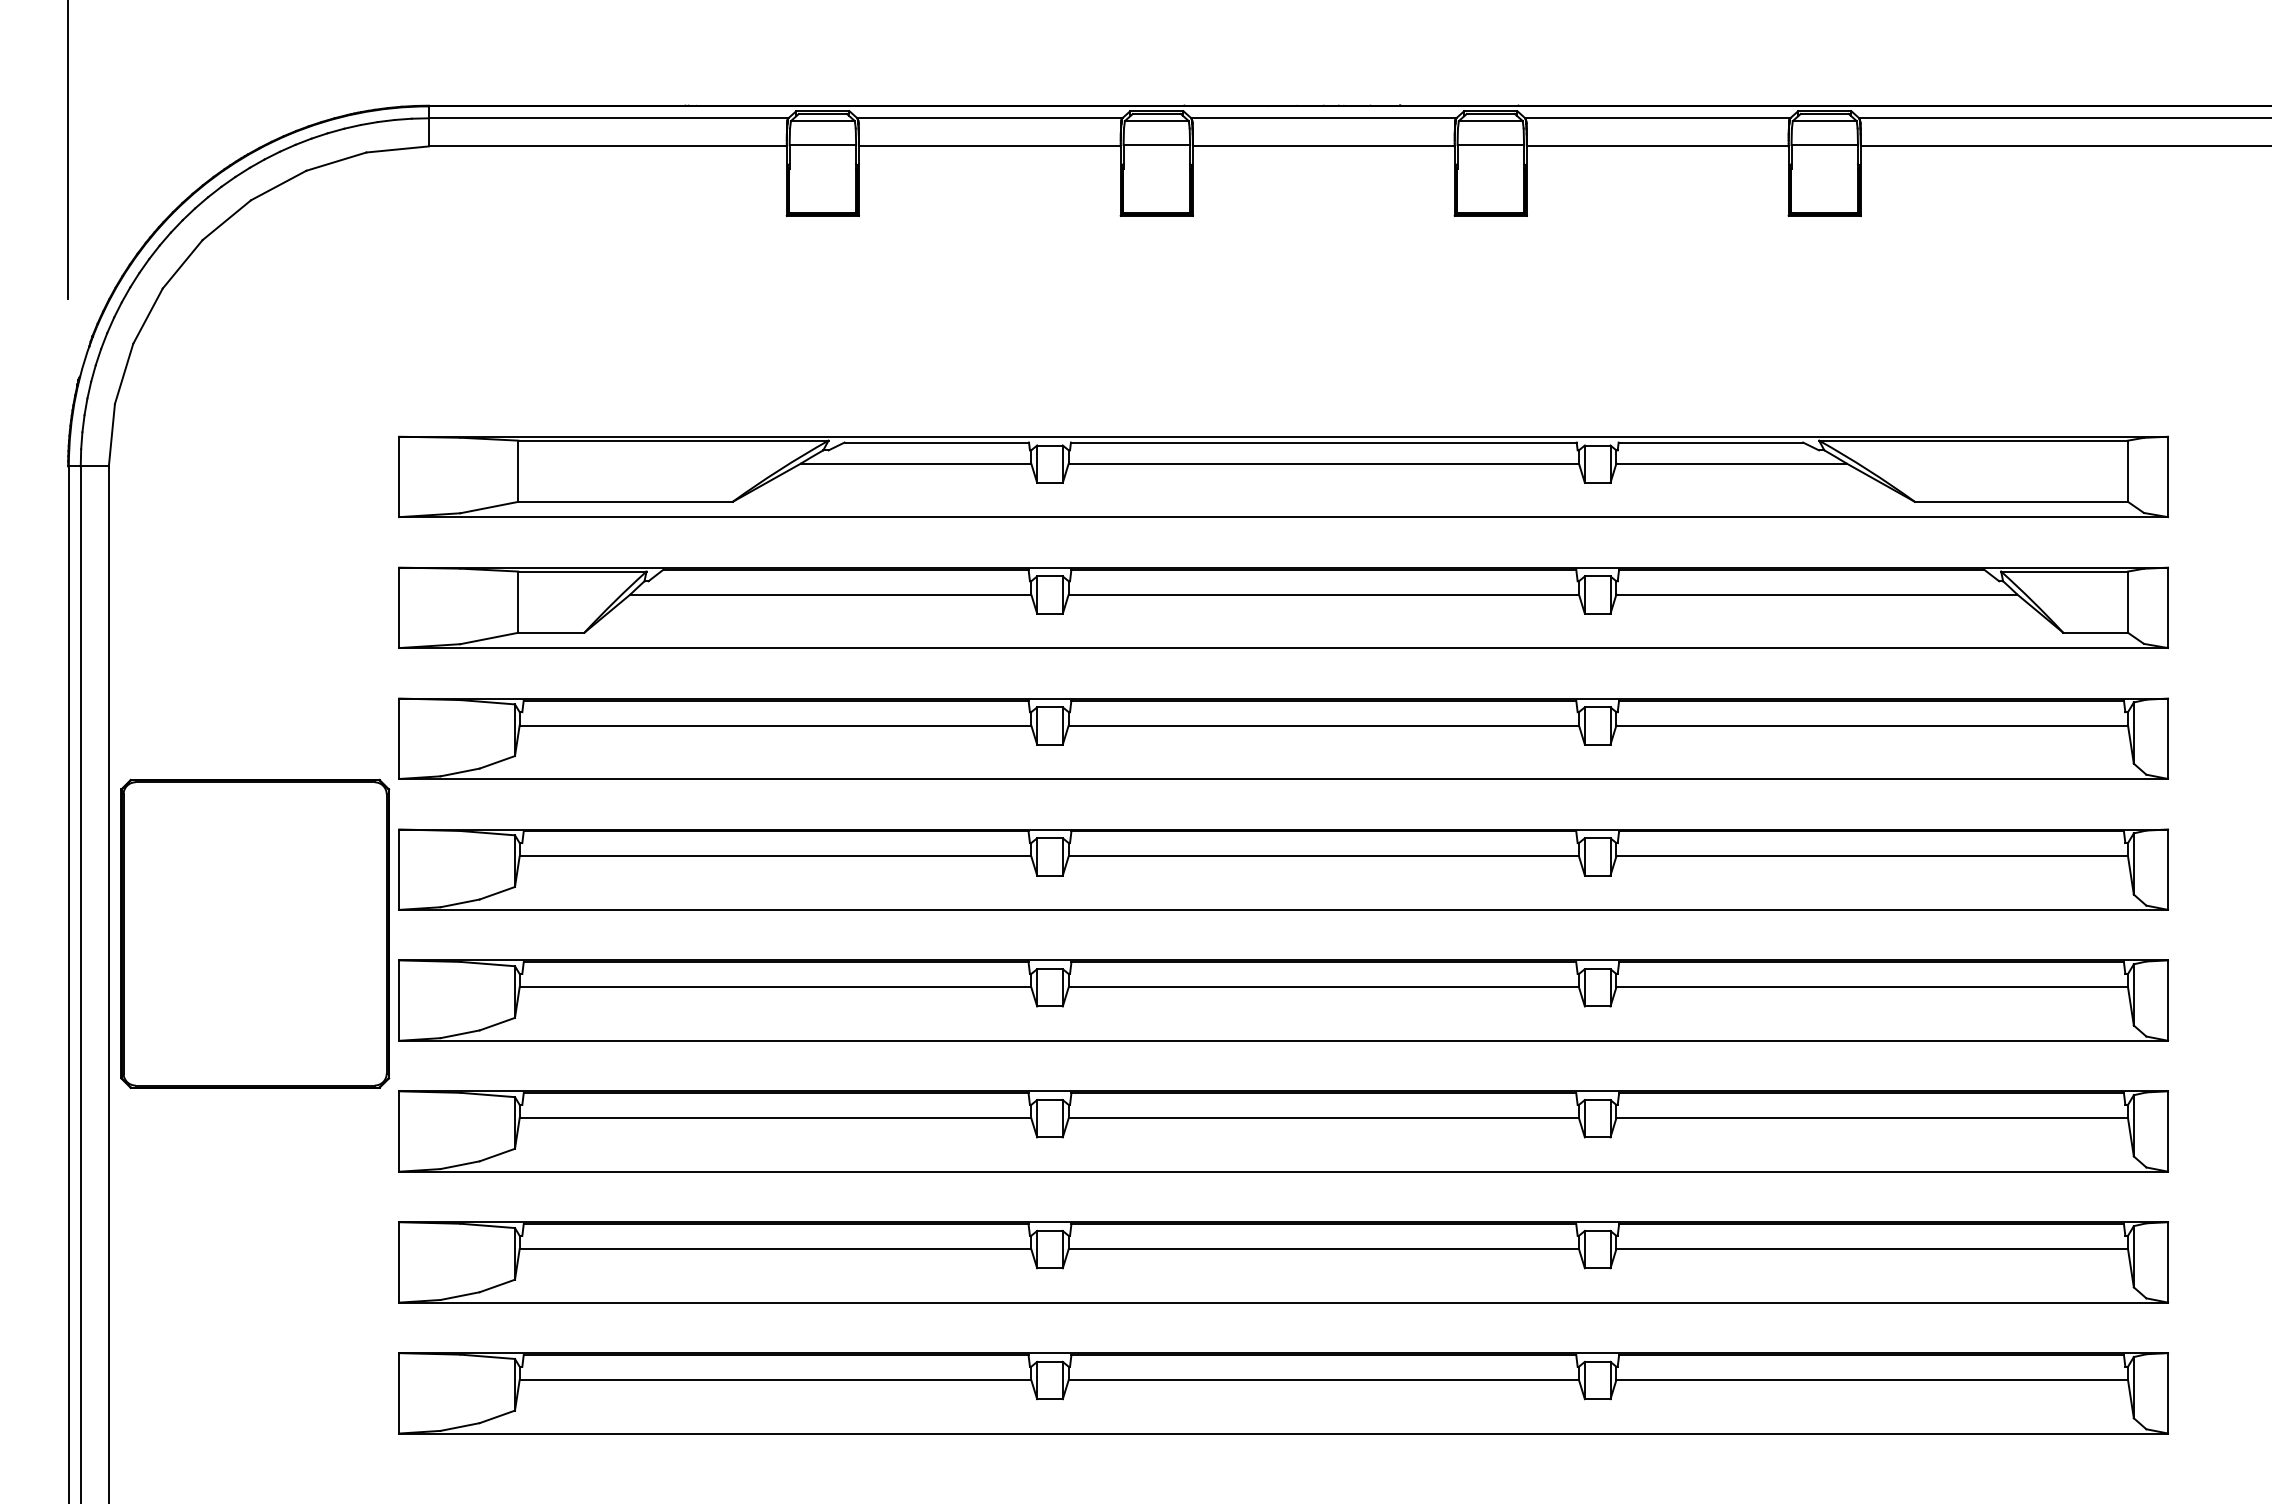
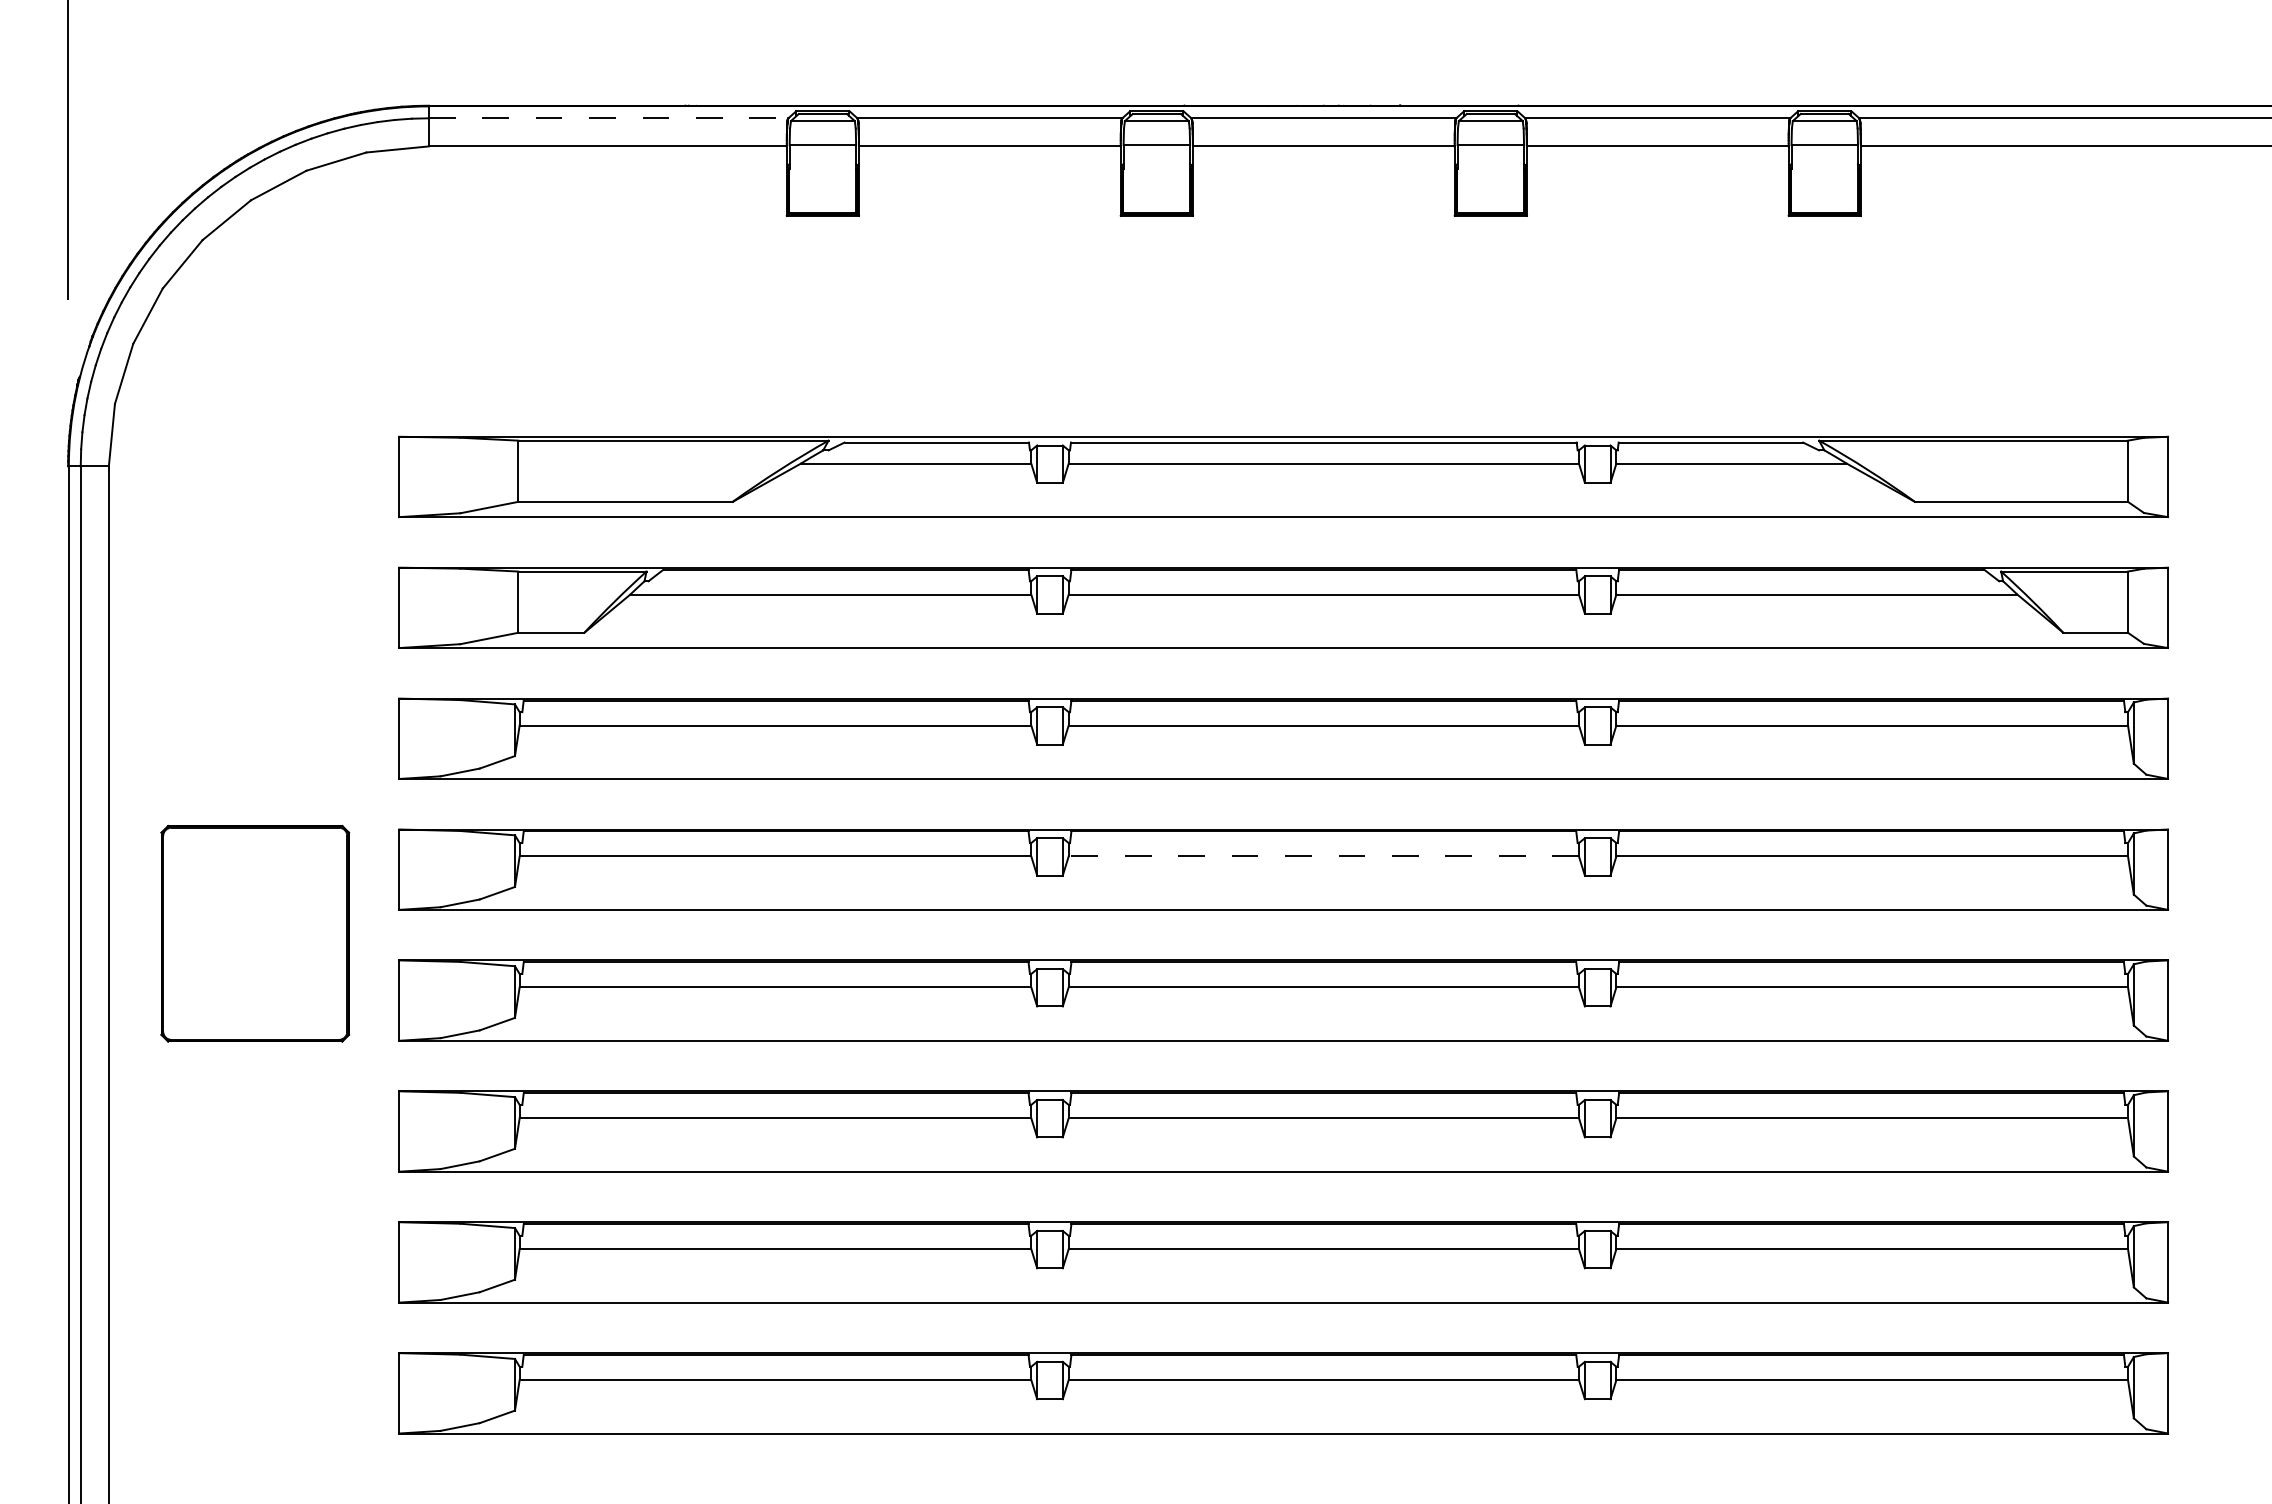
line at (608, 118): solid -> dashed
line at (1323, 856): solid -> dashed
part at (255, 933) size: 271x311 px -> 191x219 px
